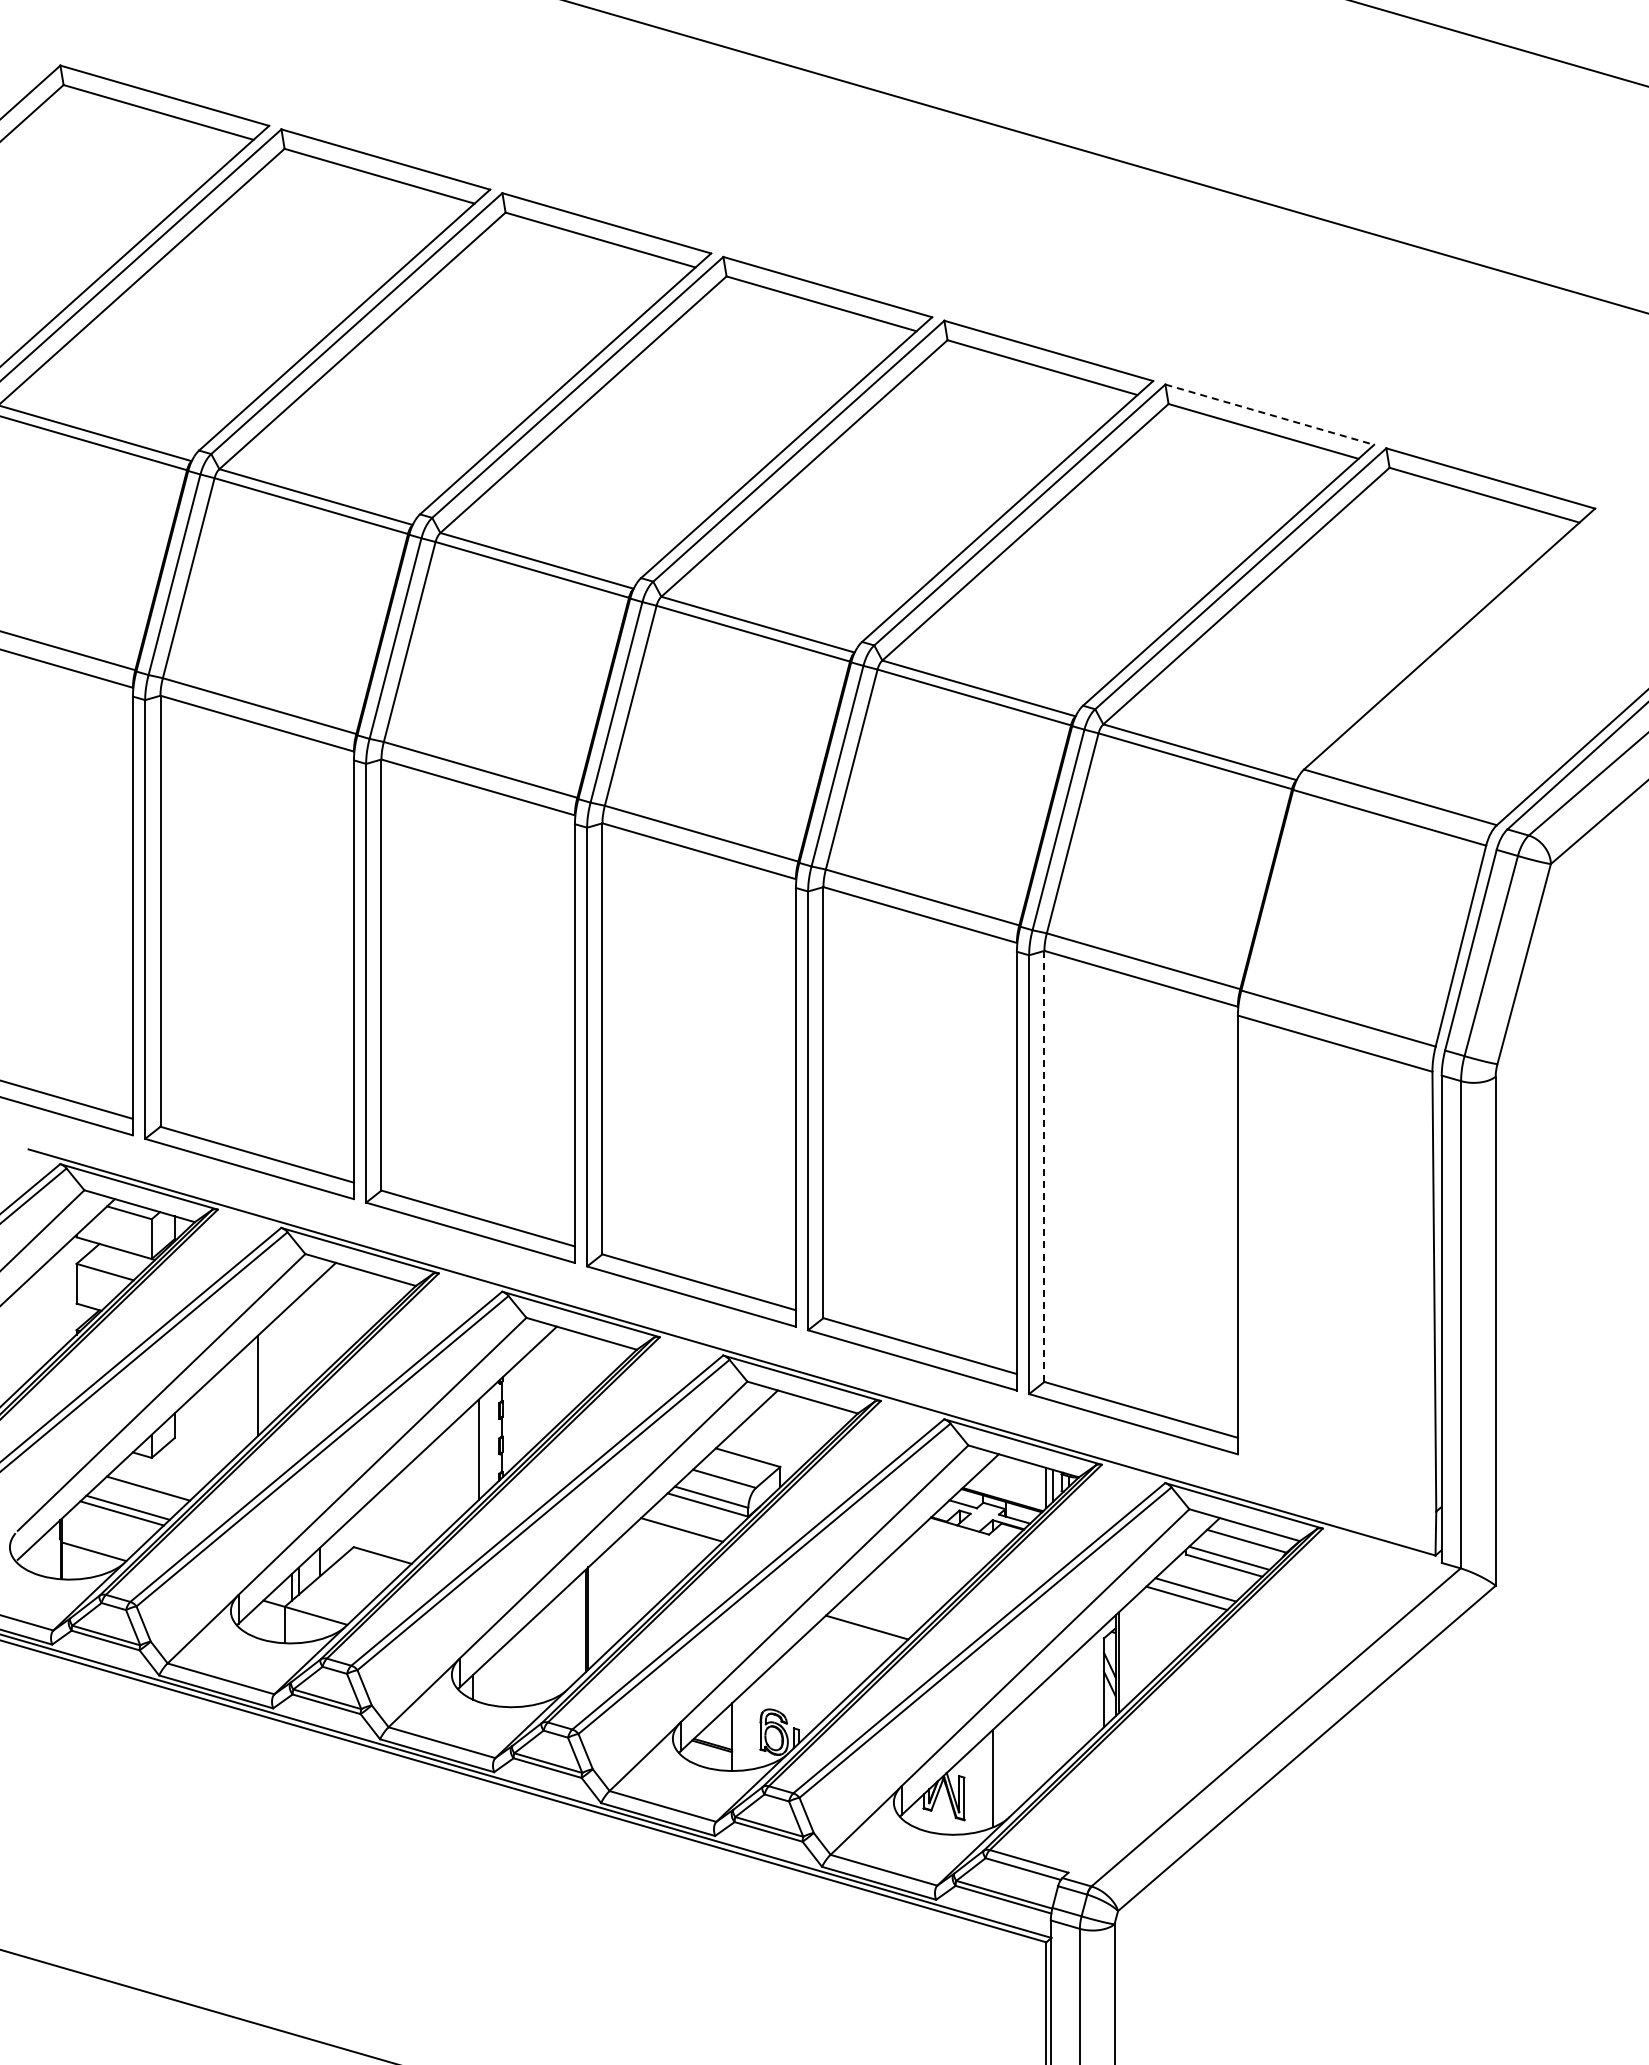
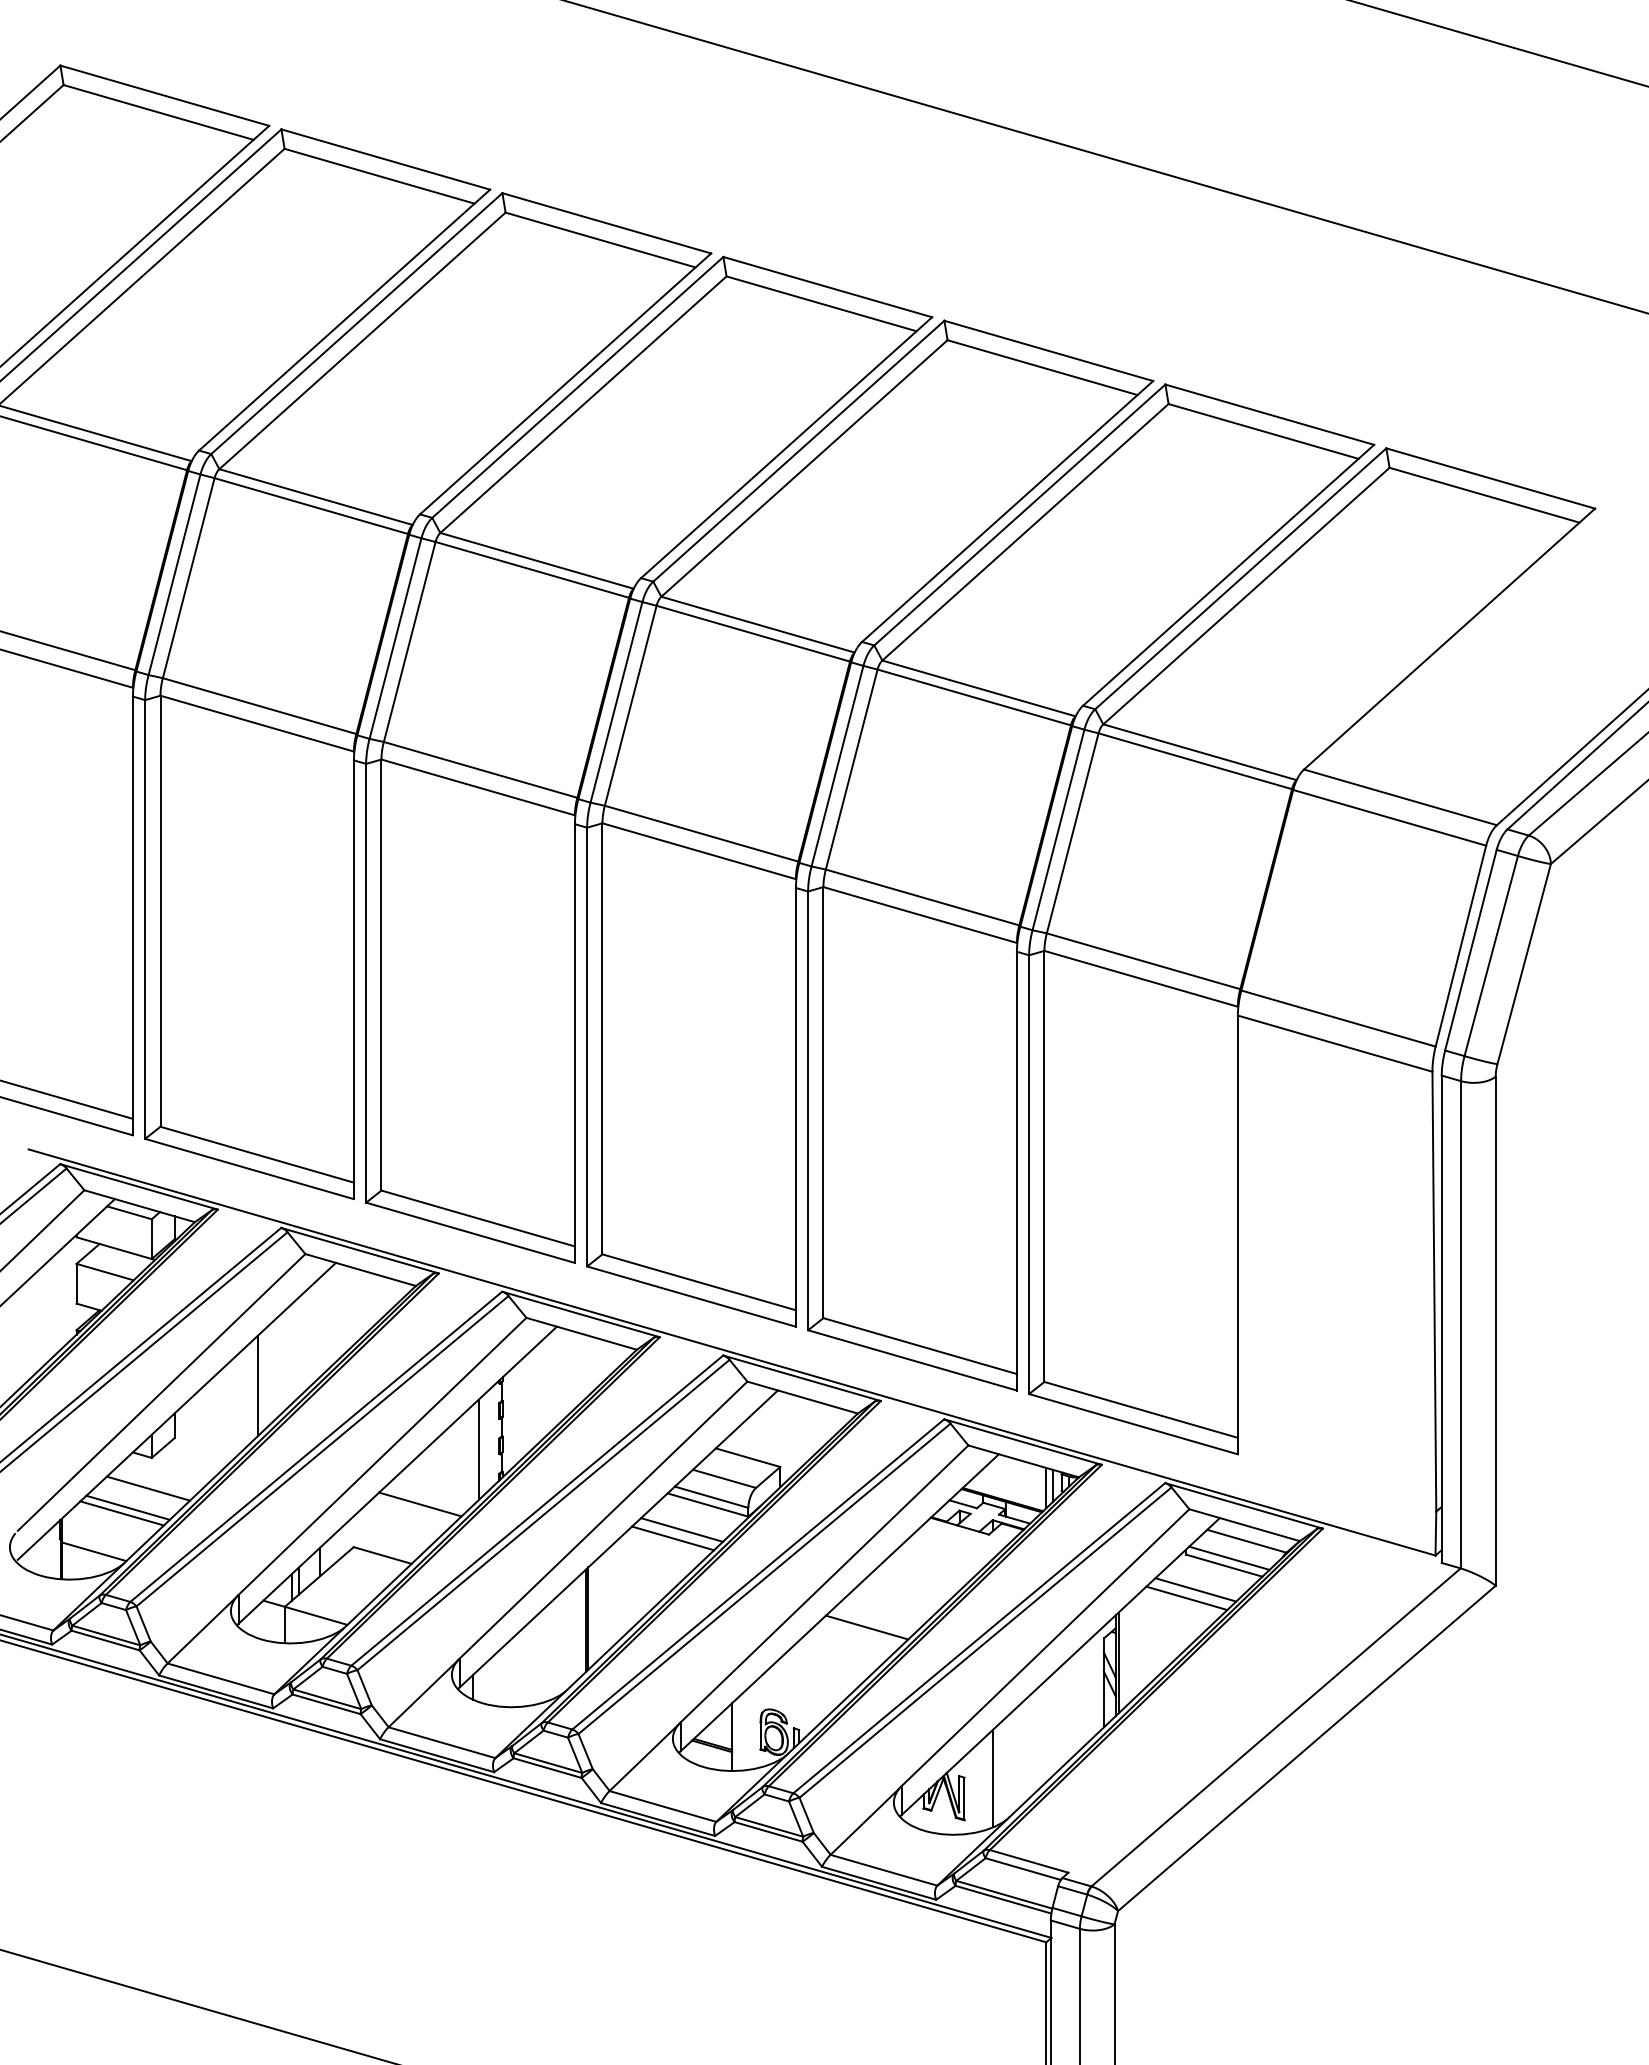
line at (1269, 414): dashed -> solid
line at (1044, 1166): dashed -> solid
line at (420, 1504): none -> present
line at (673, 1538): none -> present
